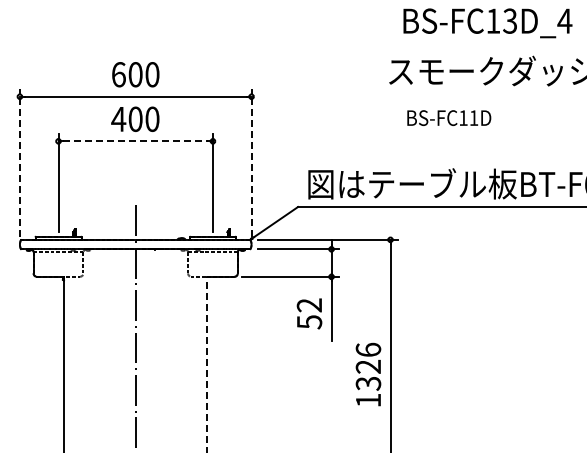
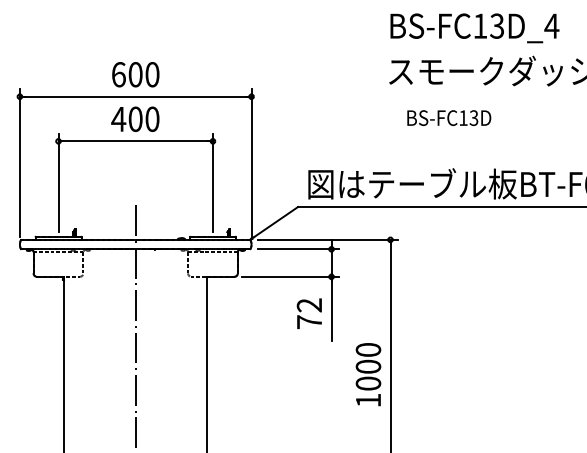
text at (487, 23) position: (487, 23) -> (474, 28)
text at (473, 117): BS-FC11D -> BS-FC13D
line at (135, 141): dashed -> solid
line at (19, 162): dashed -> solid
line at (251, 162): dashed -> solid
text at (309, 322): 52 -> 72
line at (207, 364): dashed -> solid
text at (368, 366): 1326 -> 1000
